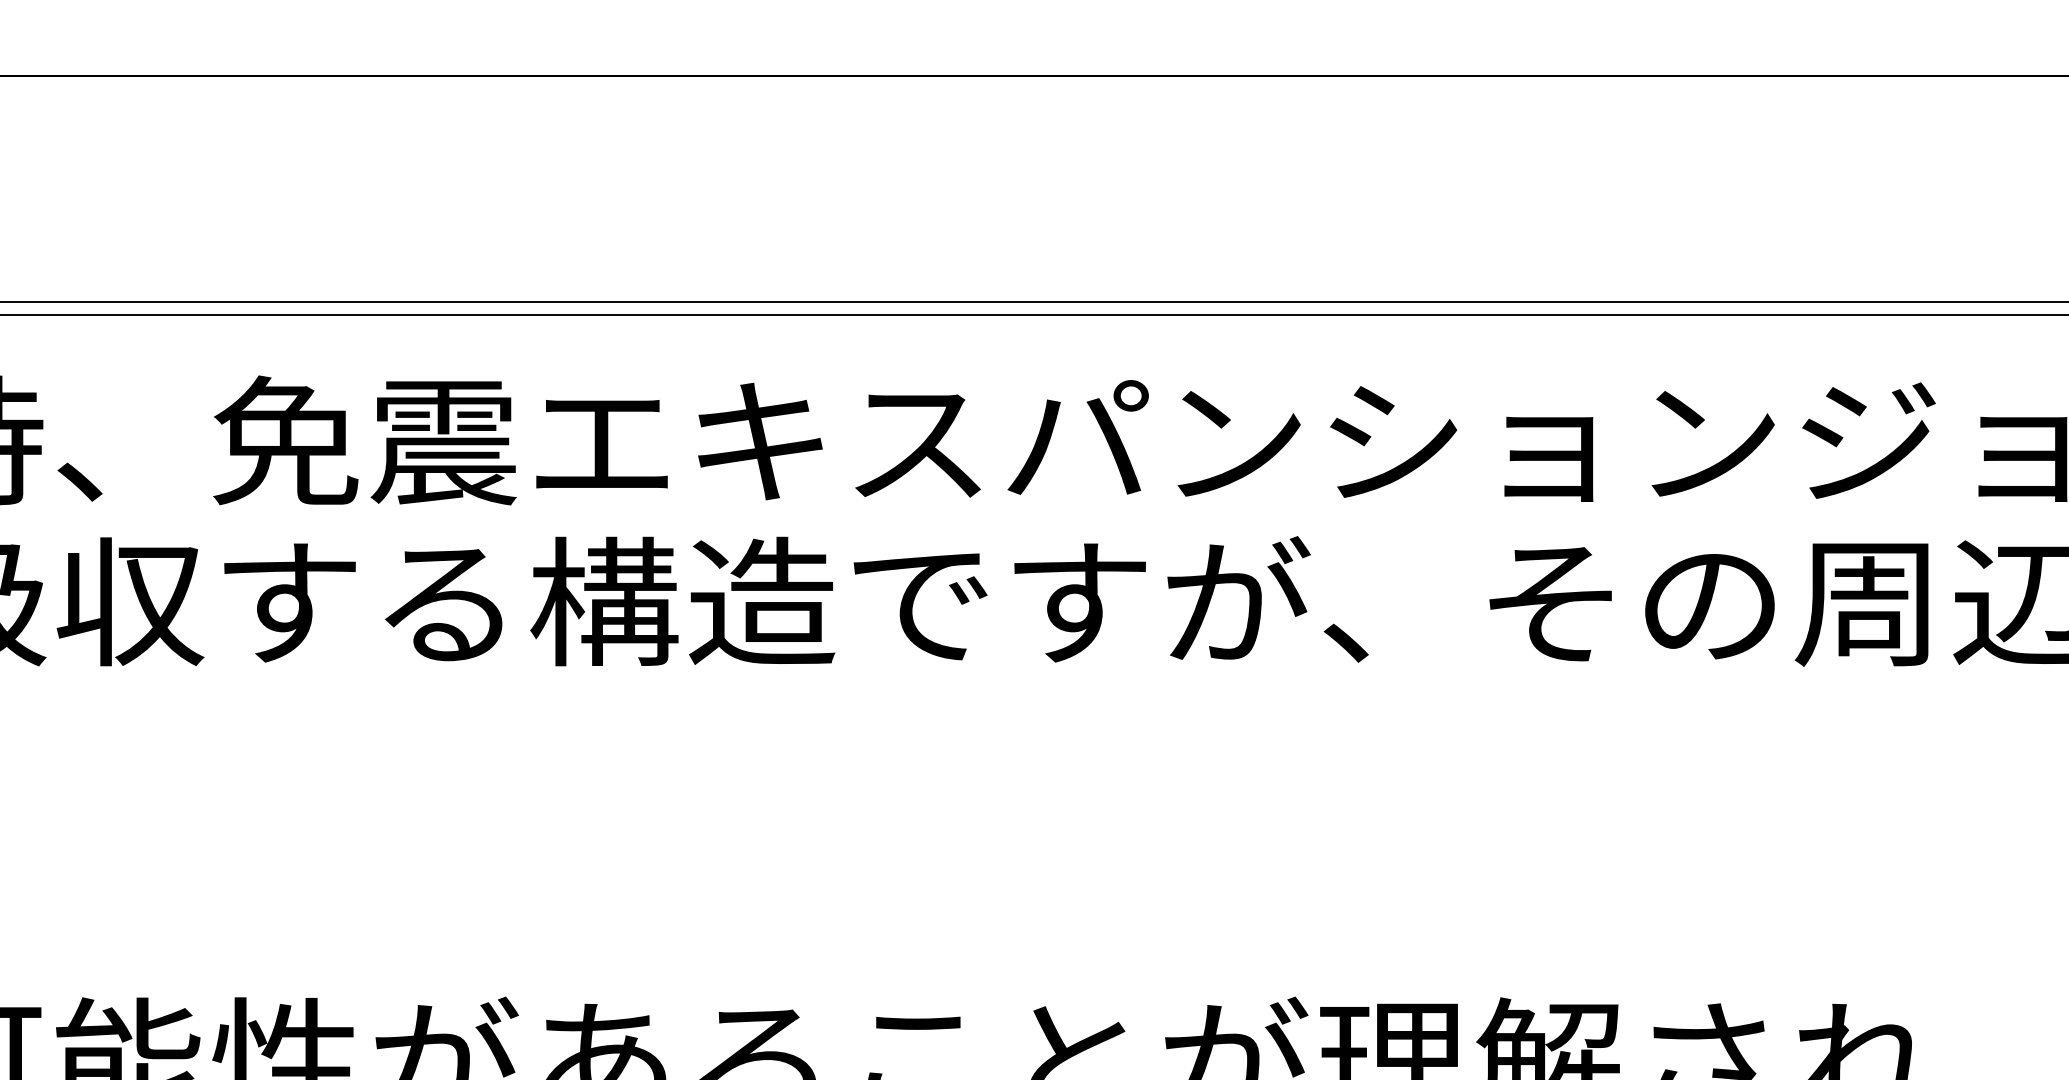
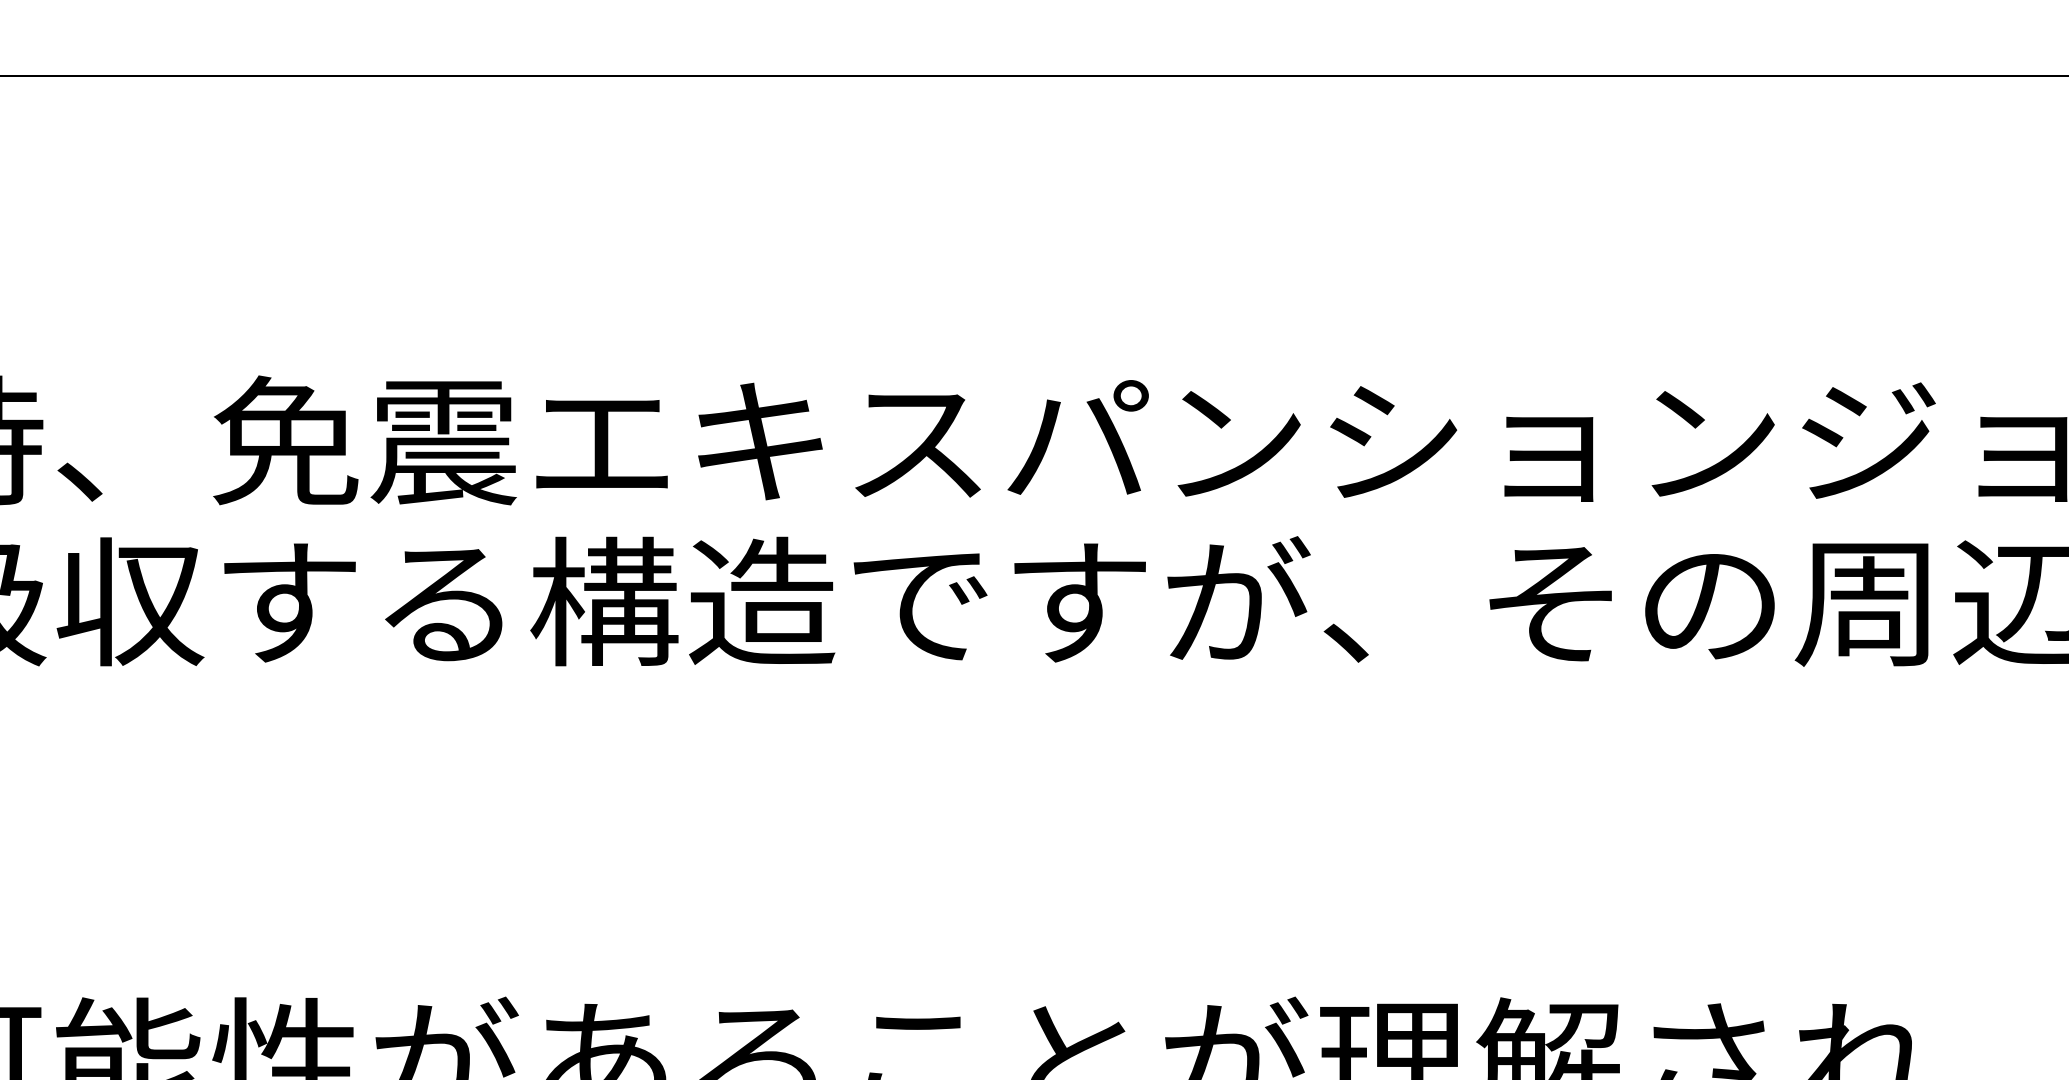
line at (1033, 301): present -> none
line at (1033, 315): present -> none
